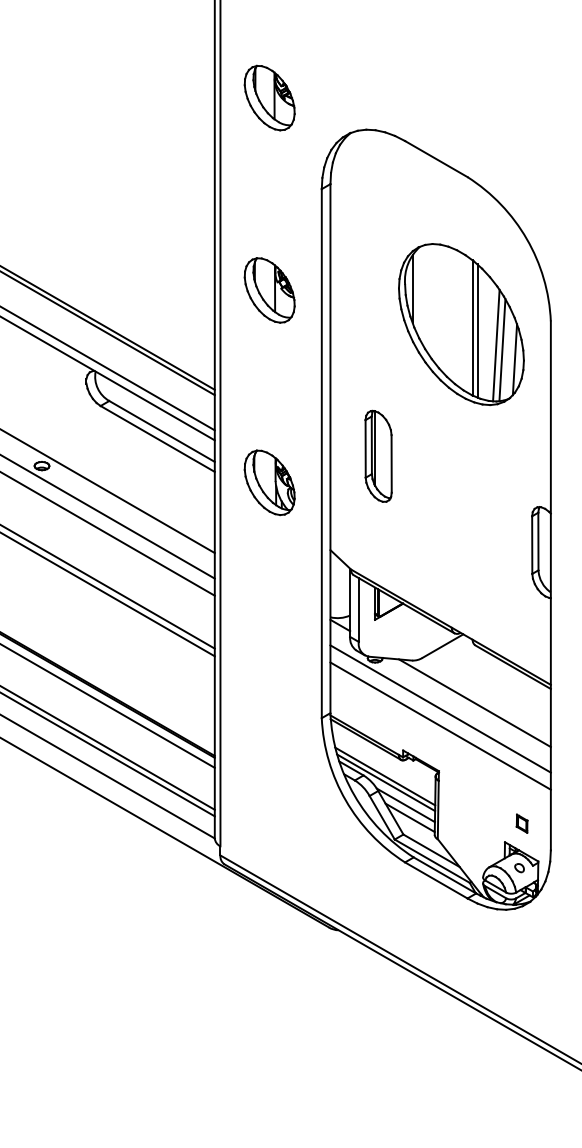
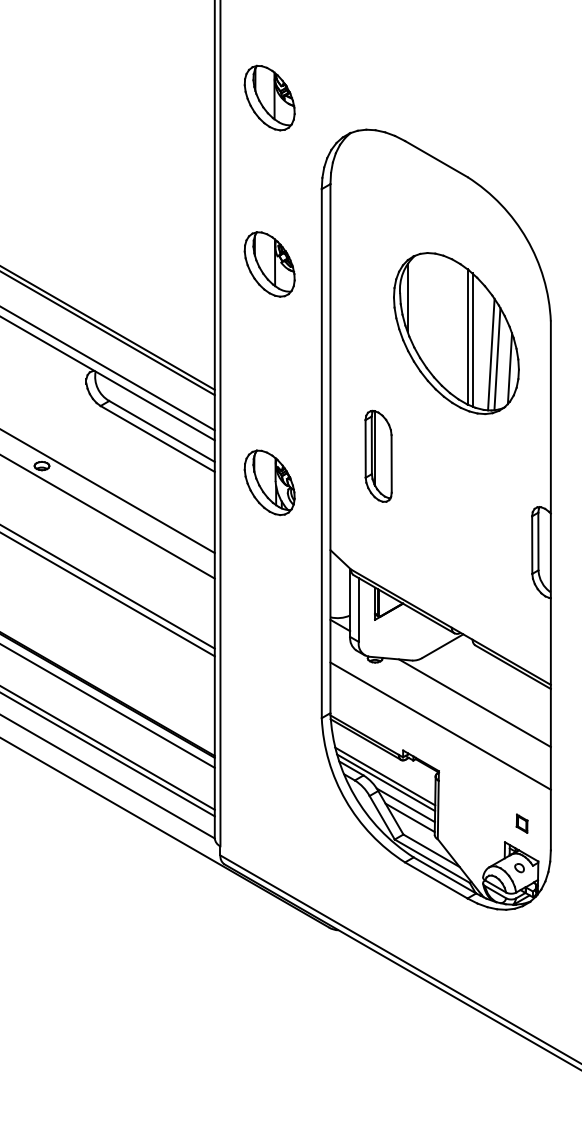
part at (269, 290) position: (269, 290) -> (269, 264)
part at (461, 324) position: (461, 324) -> (456, 333)
line at (108, 534): present -> none
line at (440, 708): present -> none
